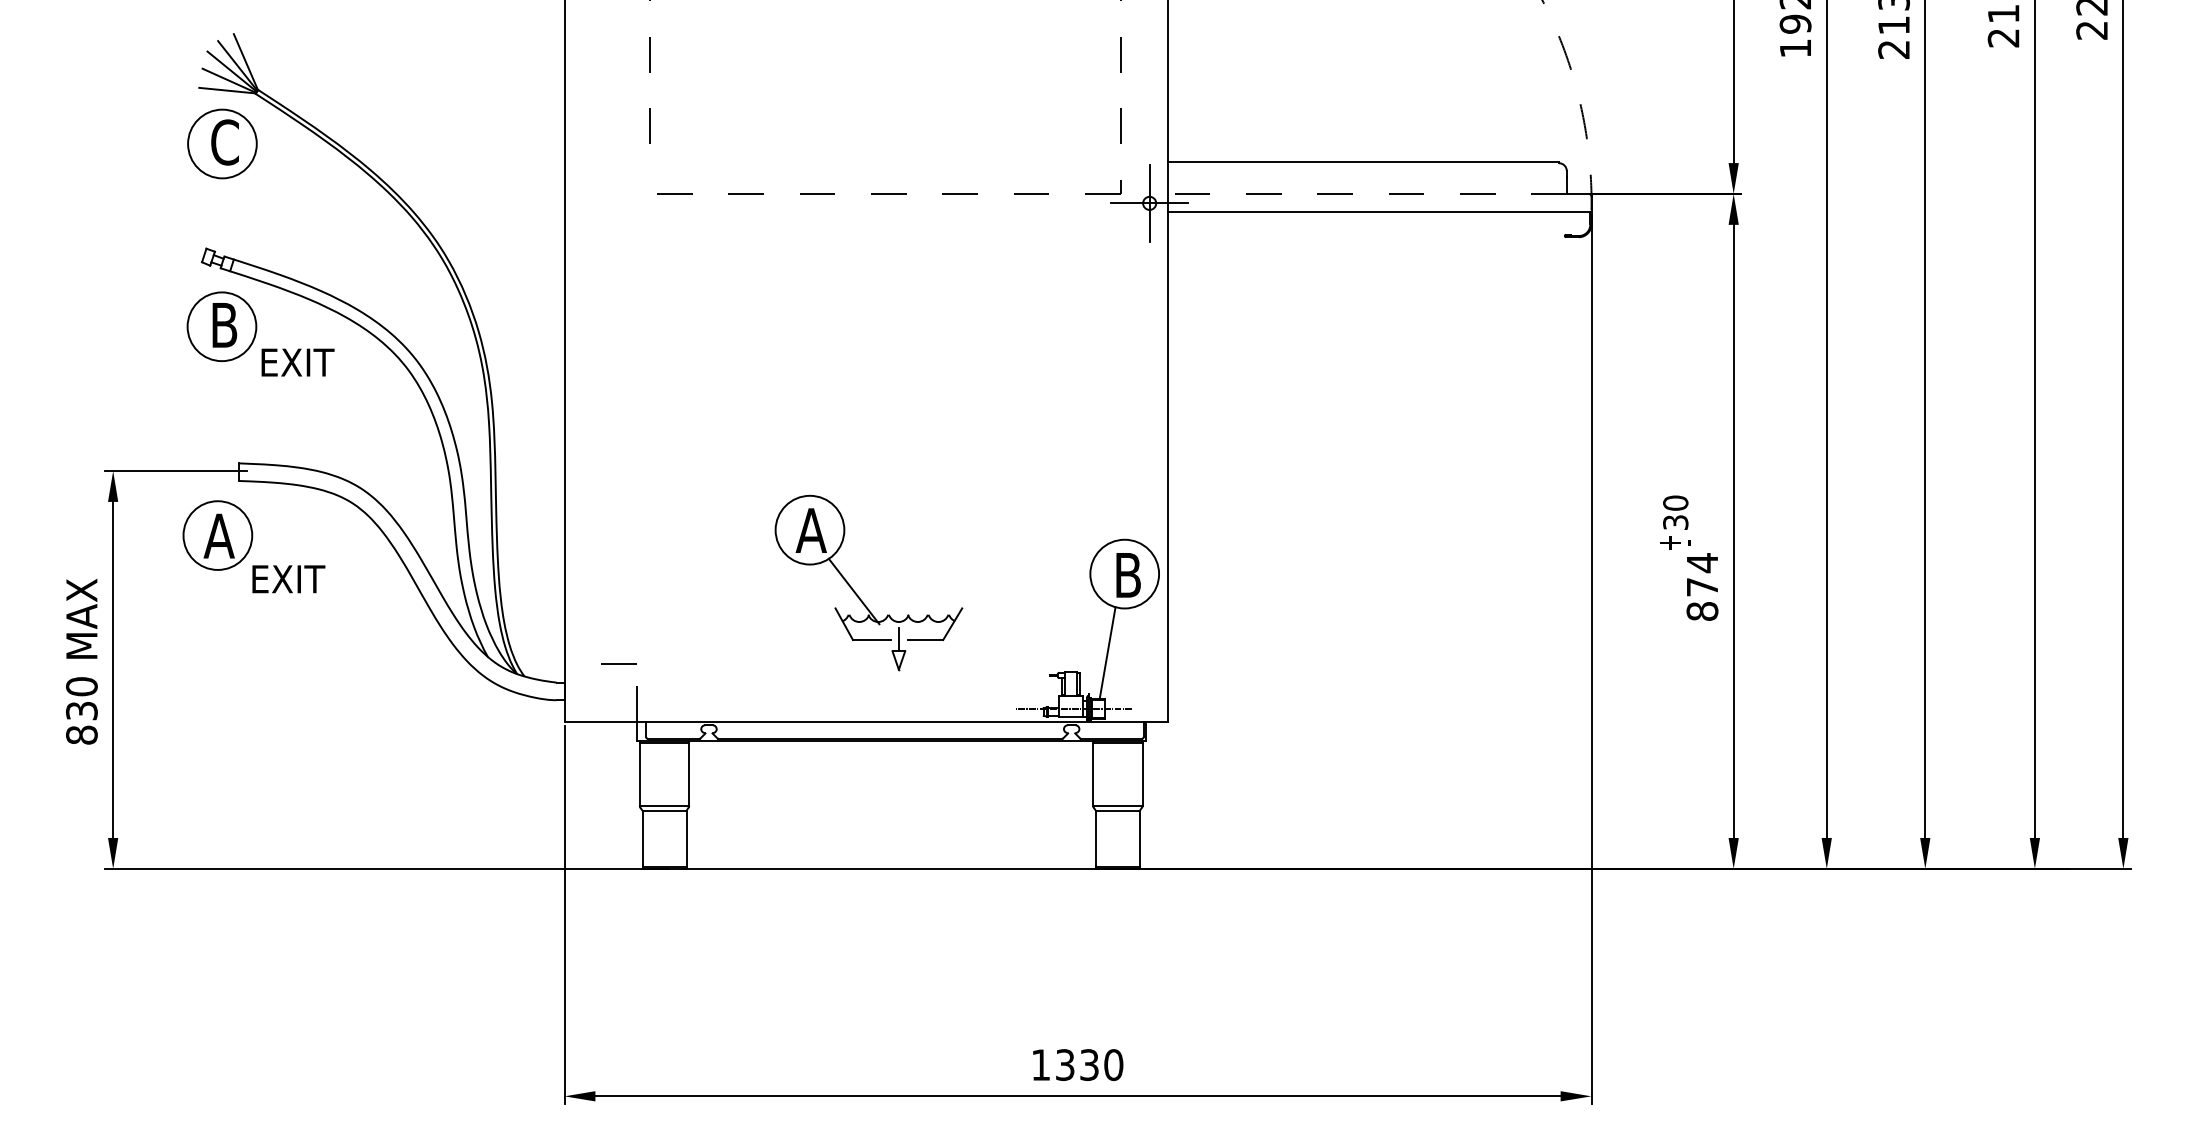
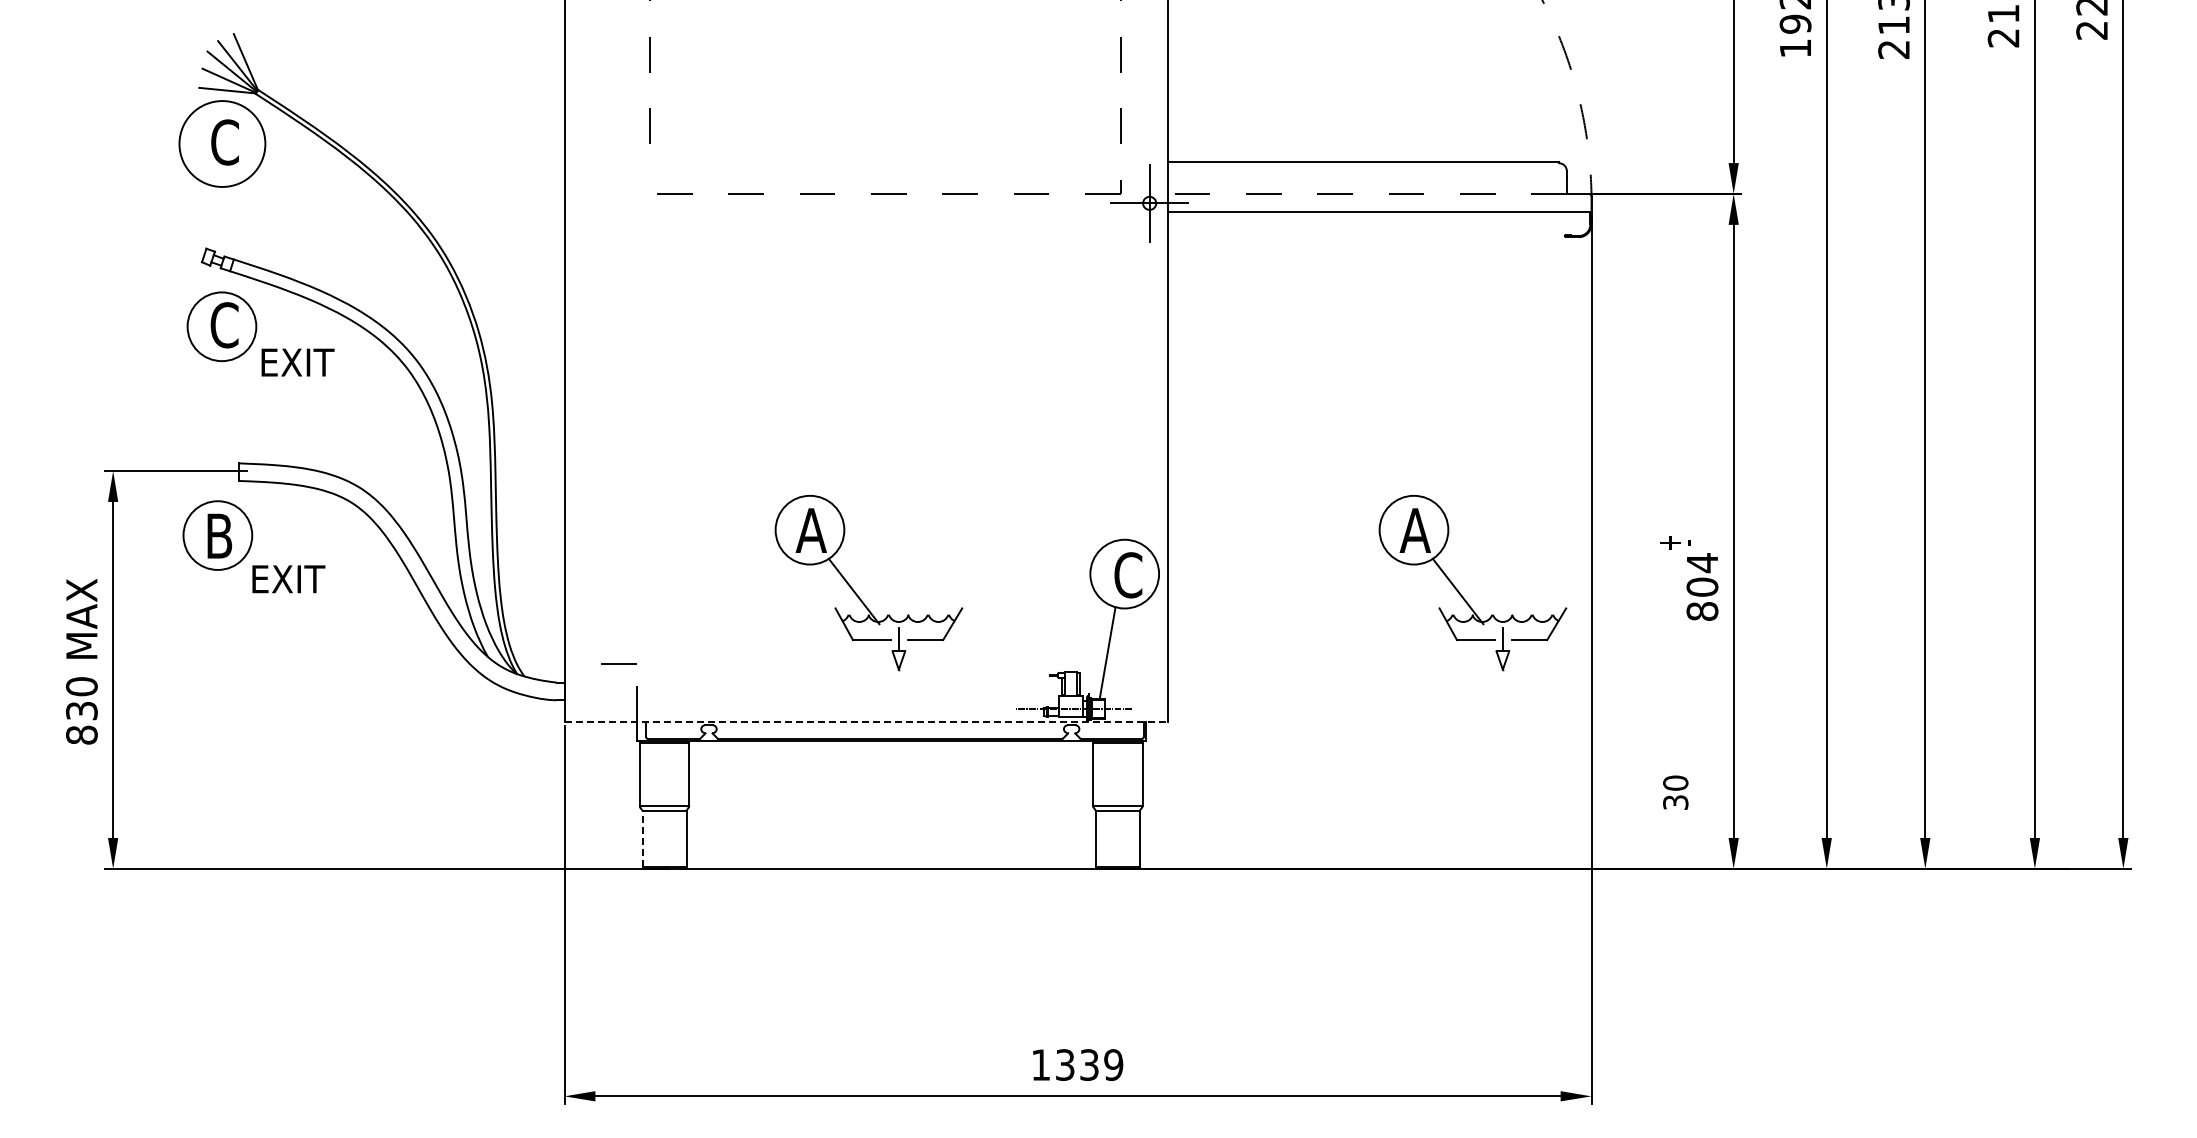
circle at (222, 143) diameter: 69 px -> 86 px
text at (224, 325): B -> C
text at (1675, 512) position: (1675, 512) -> (1675, 792)
text at (218, 535): A -> B
text at (1128, 575): B -> C
text at (1702, 586): 874 -> 804
part at (1460, 592): none -> present
line at (866, 721): solid -> dashed
line at (642, 838): solid -> dashed
text at (1113, 1064): 1330 -> 1339
